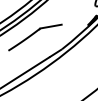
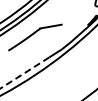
line at (25, 72): solid -> dashed
